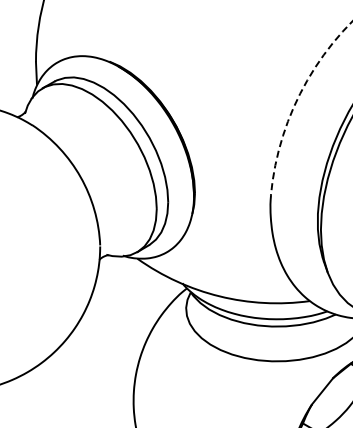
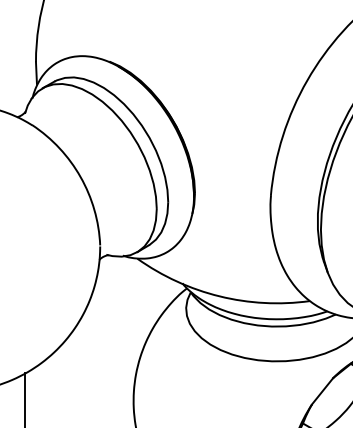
arc at (296, 101): dashed -> solid
line at (25, 398): none -> present
